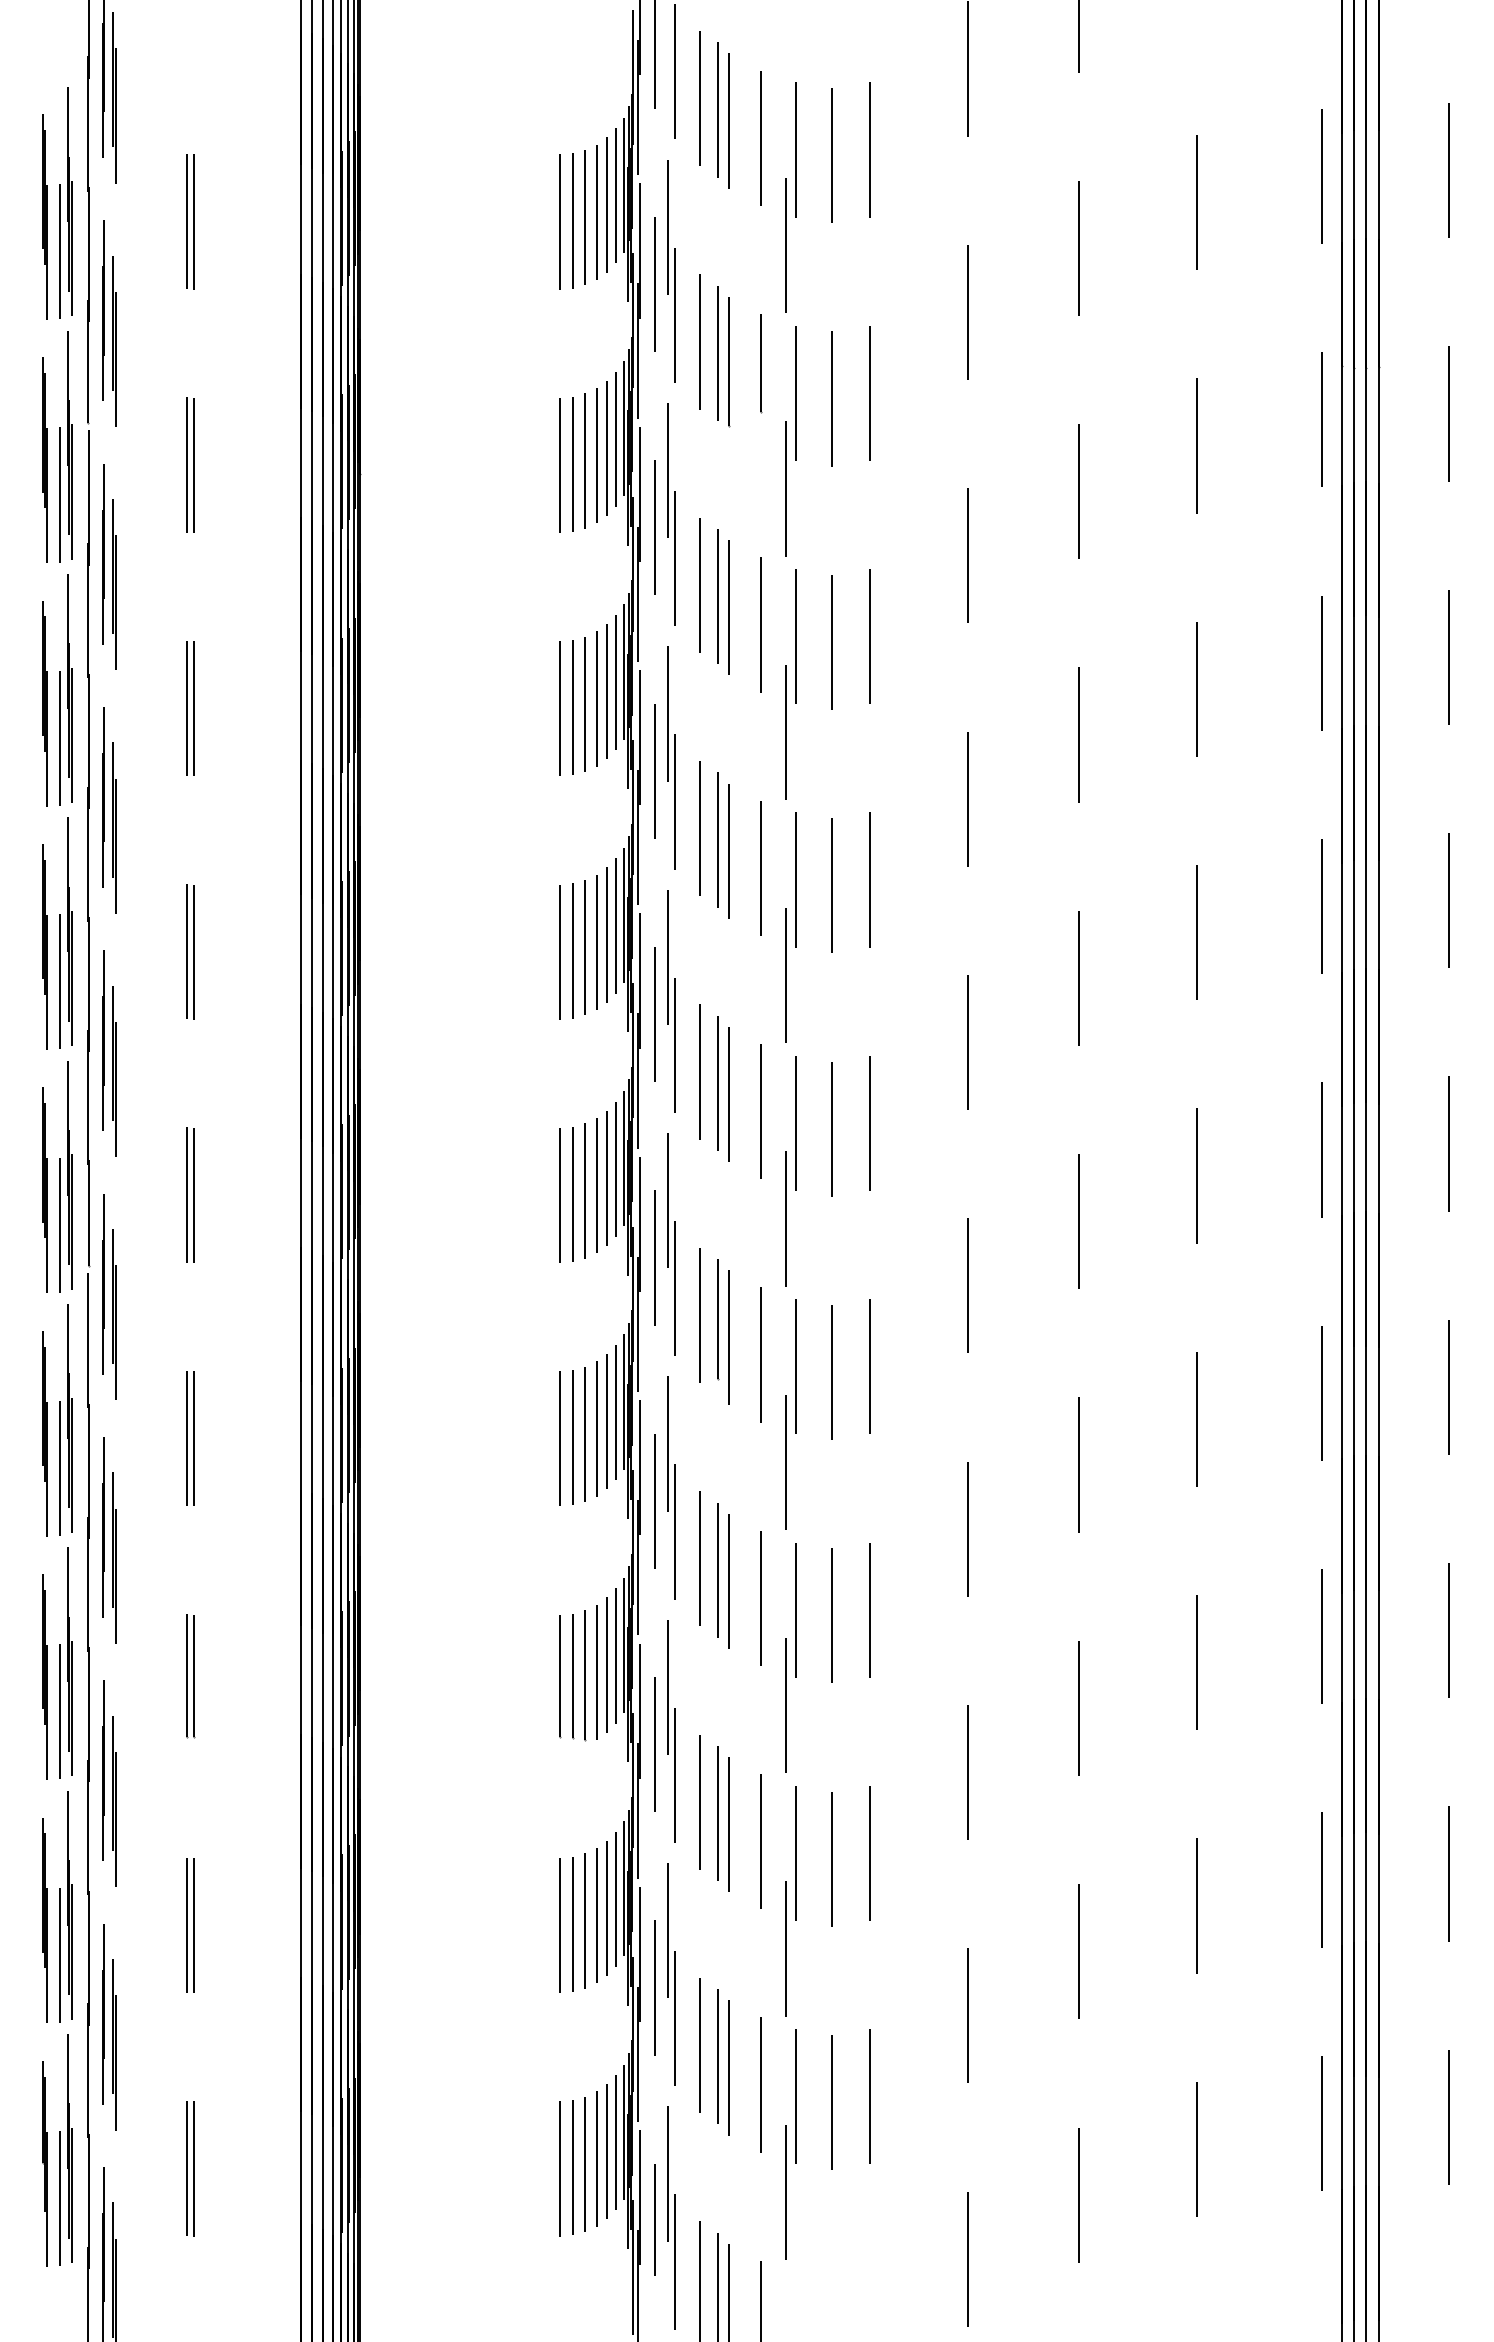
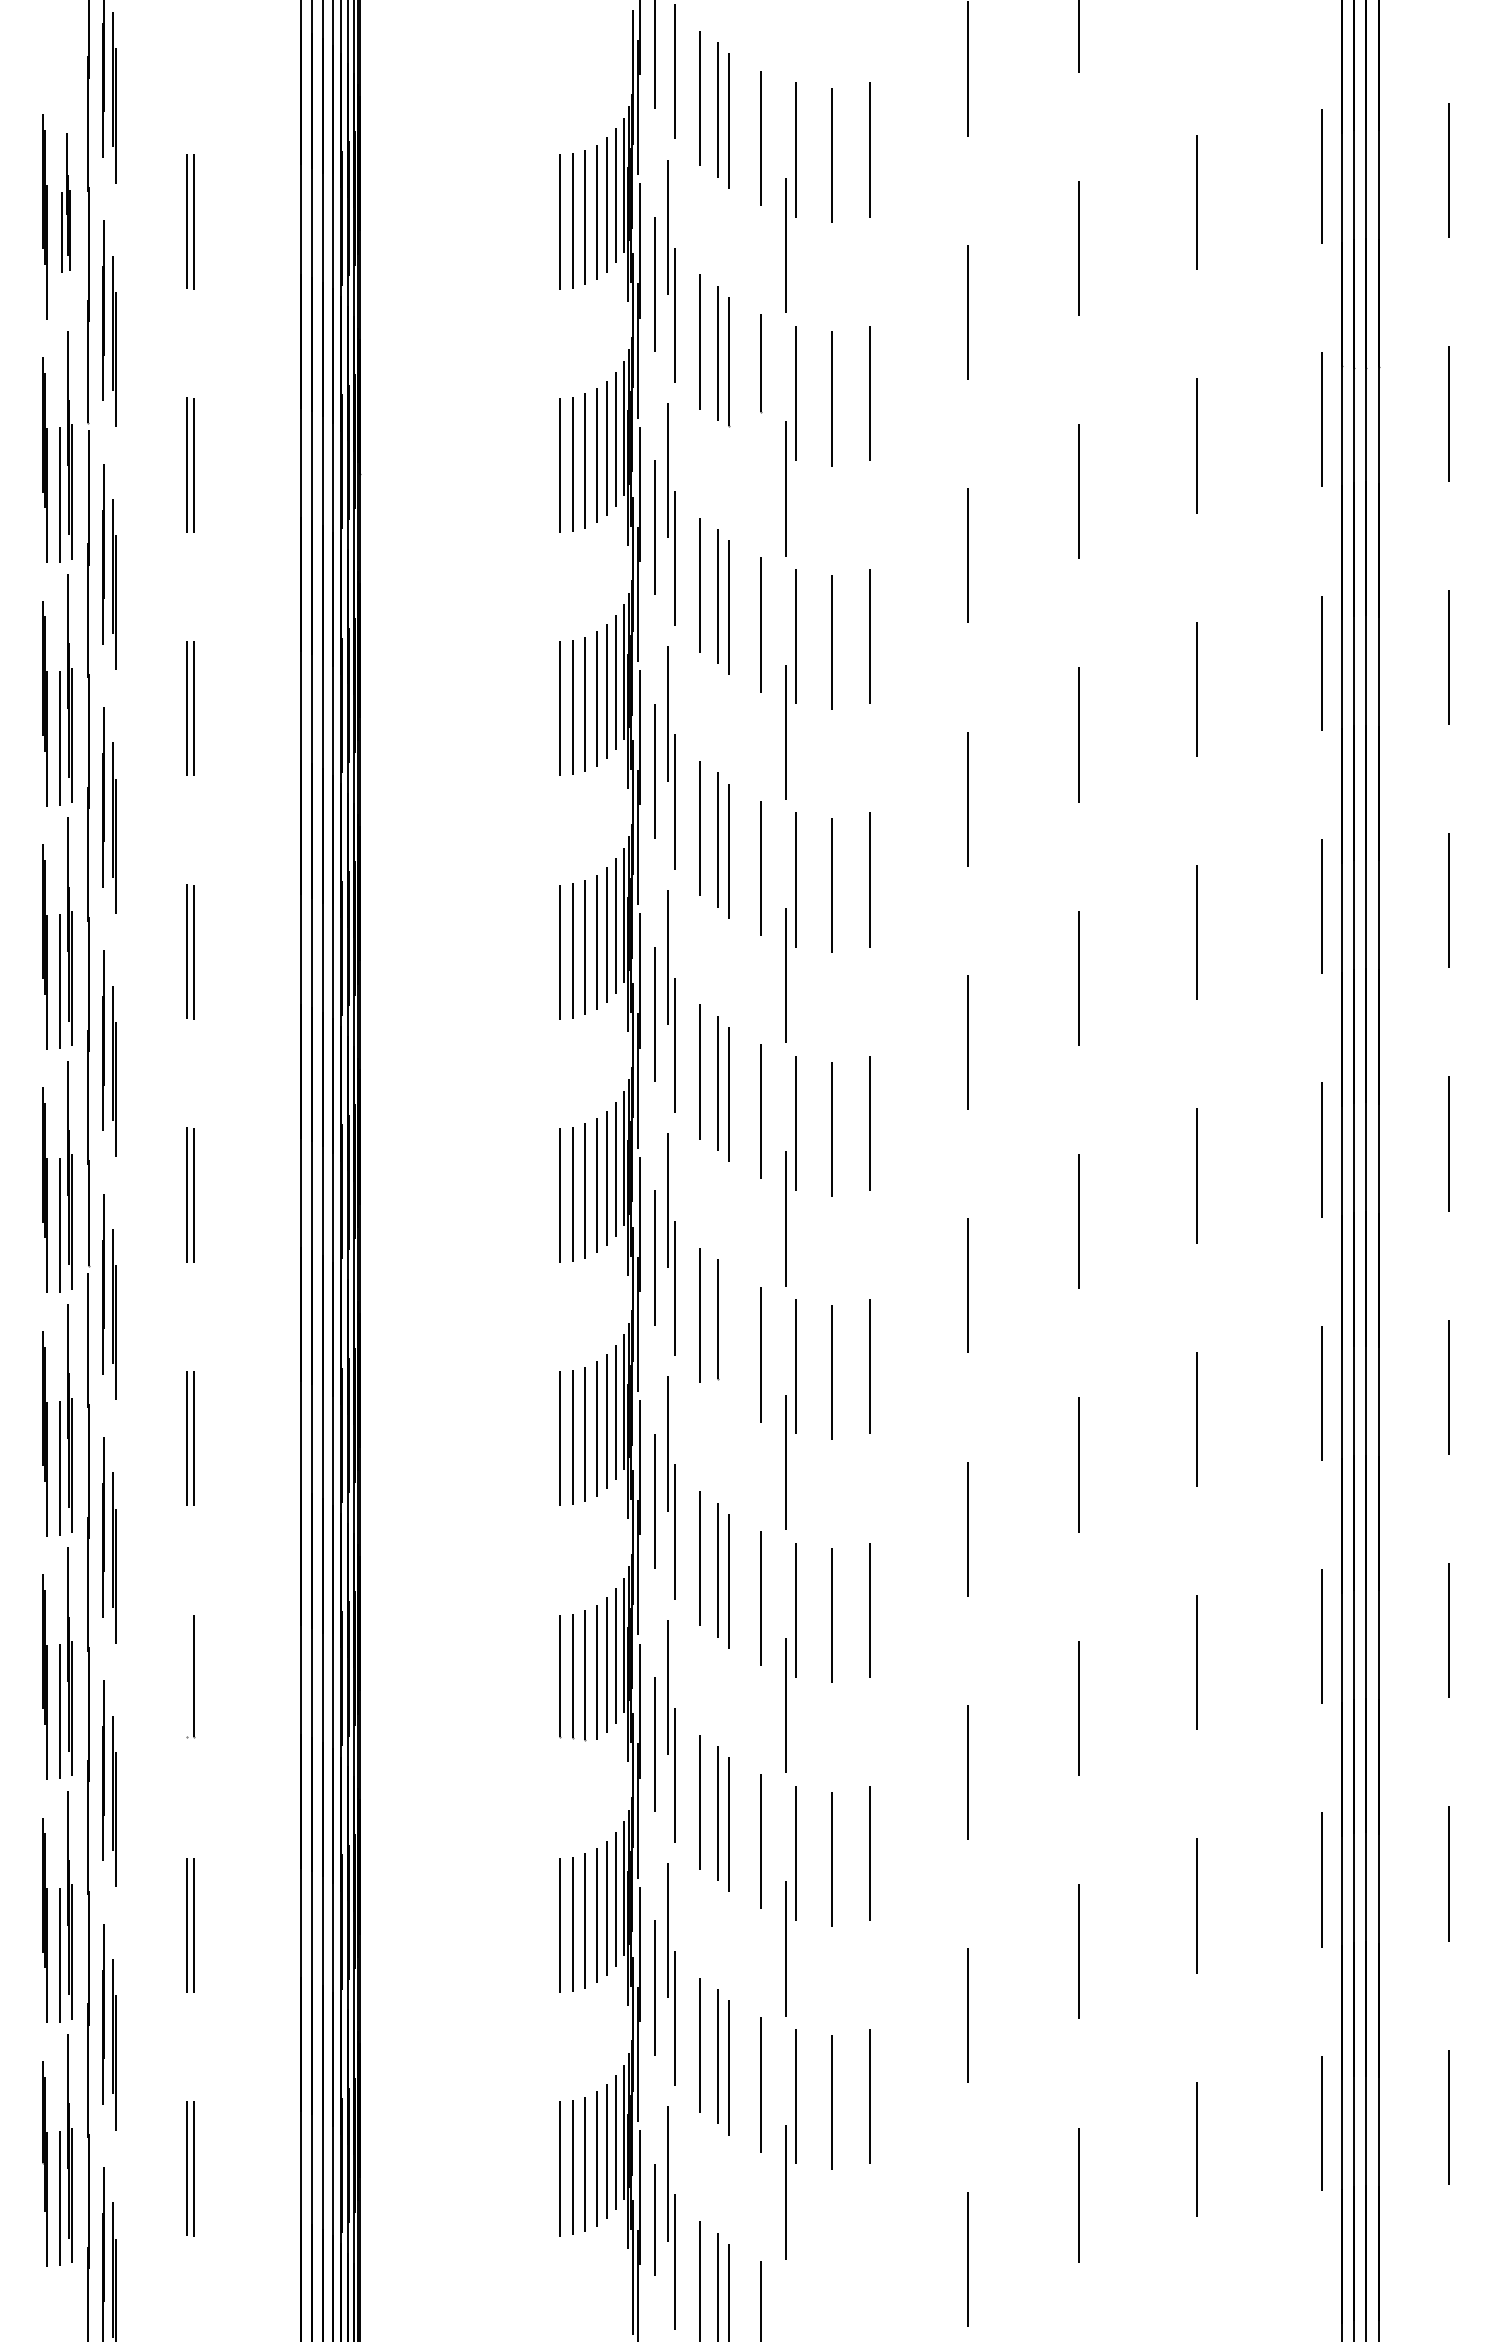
part at (65, 202) size: 14x232 px -> 10x140 px
line at (728, 1337): present -> none
line at (186, 1675): present -> none
